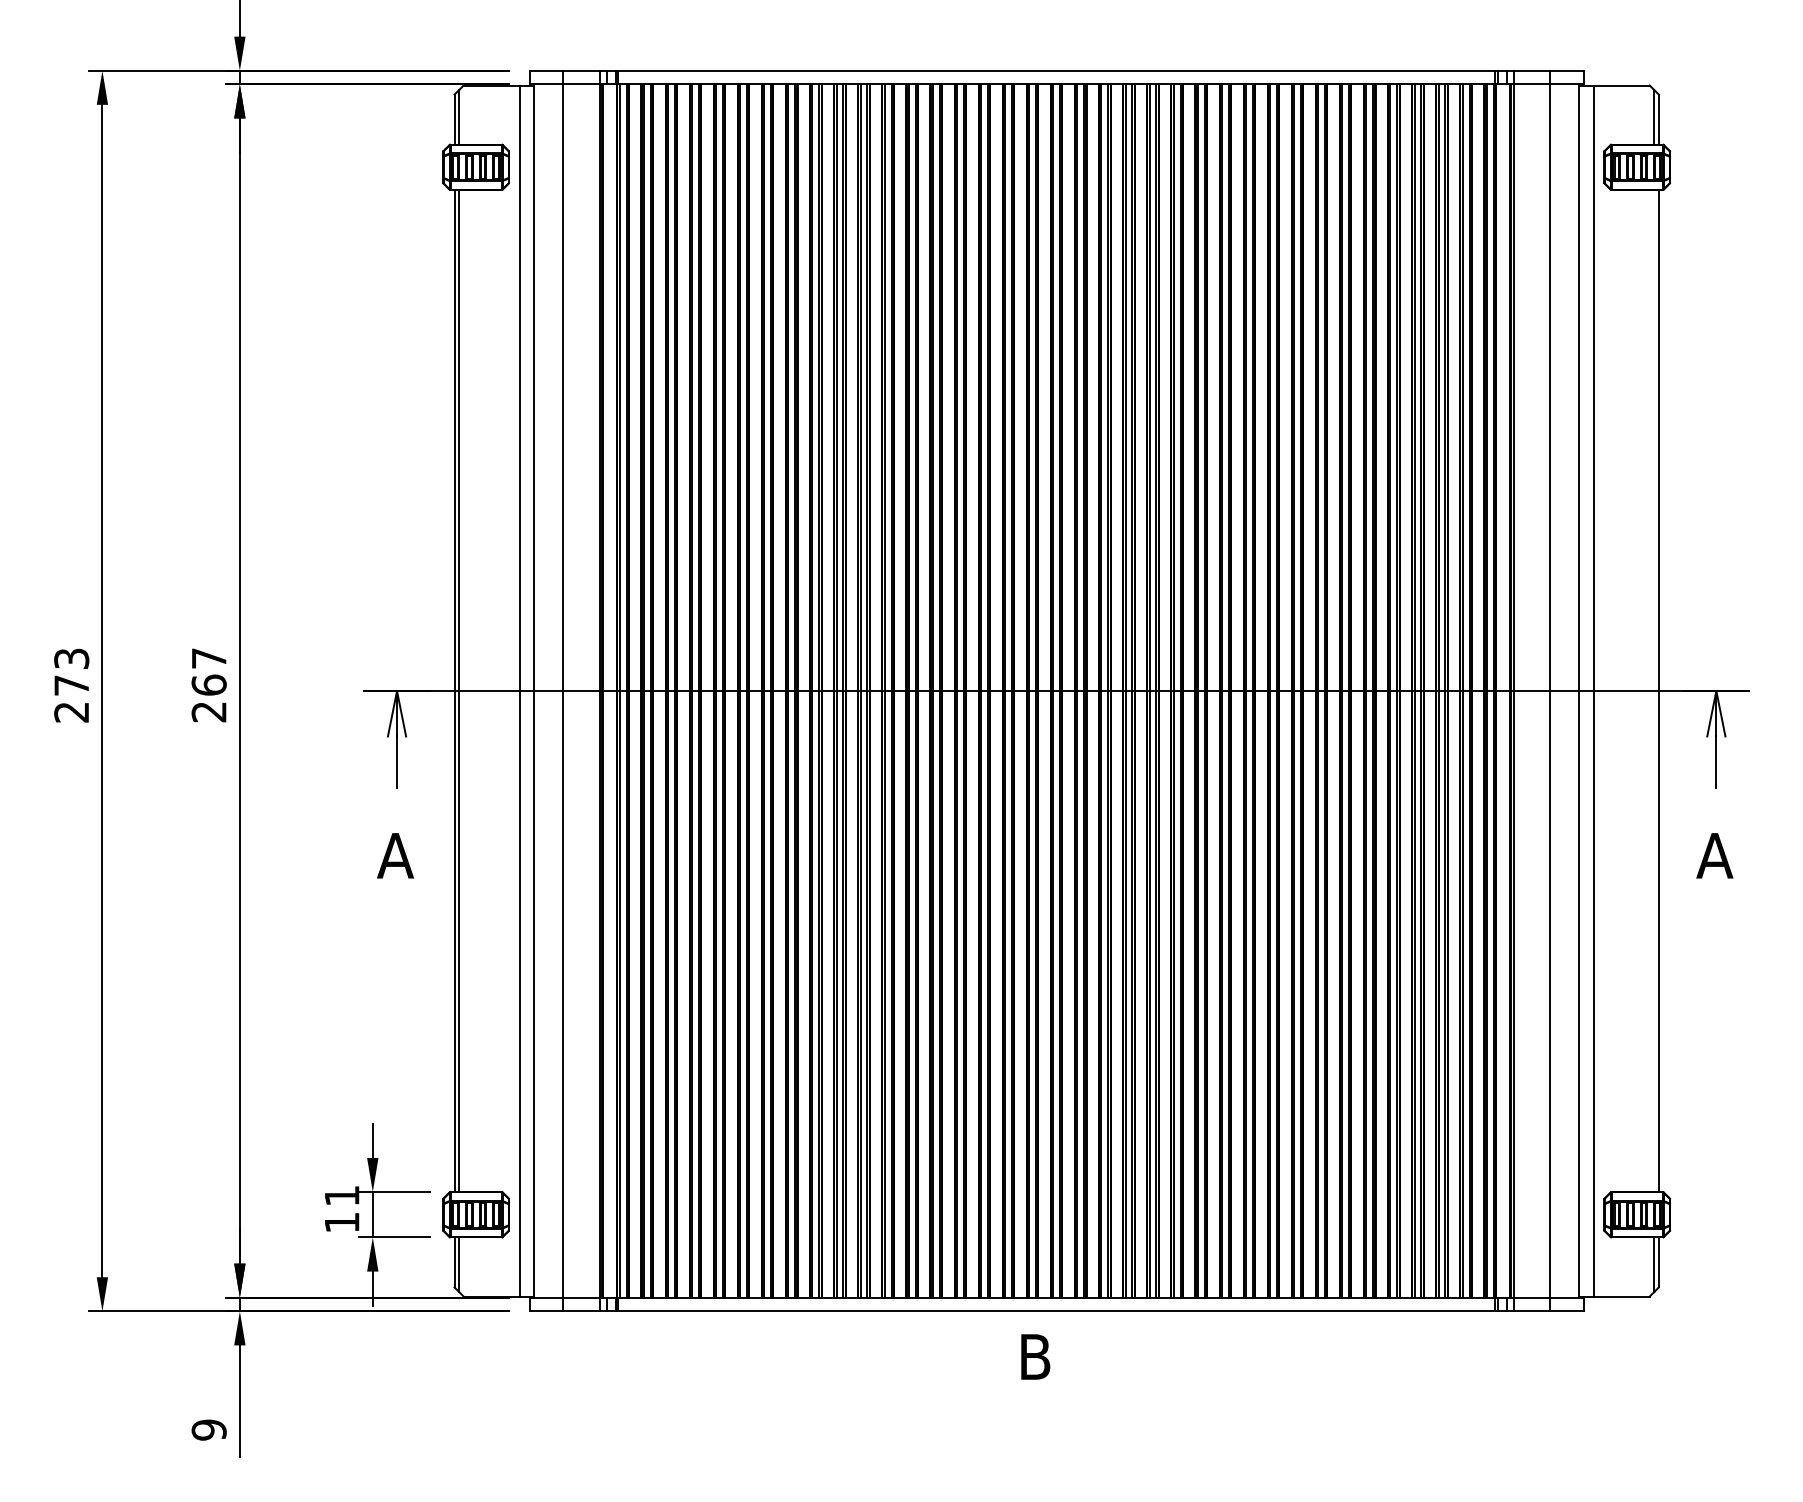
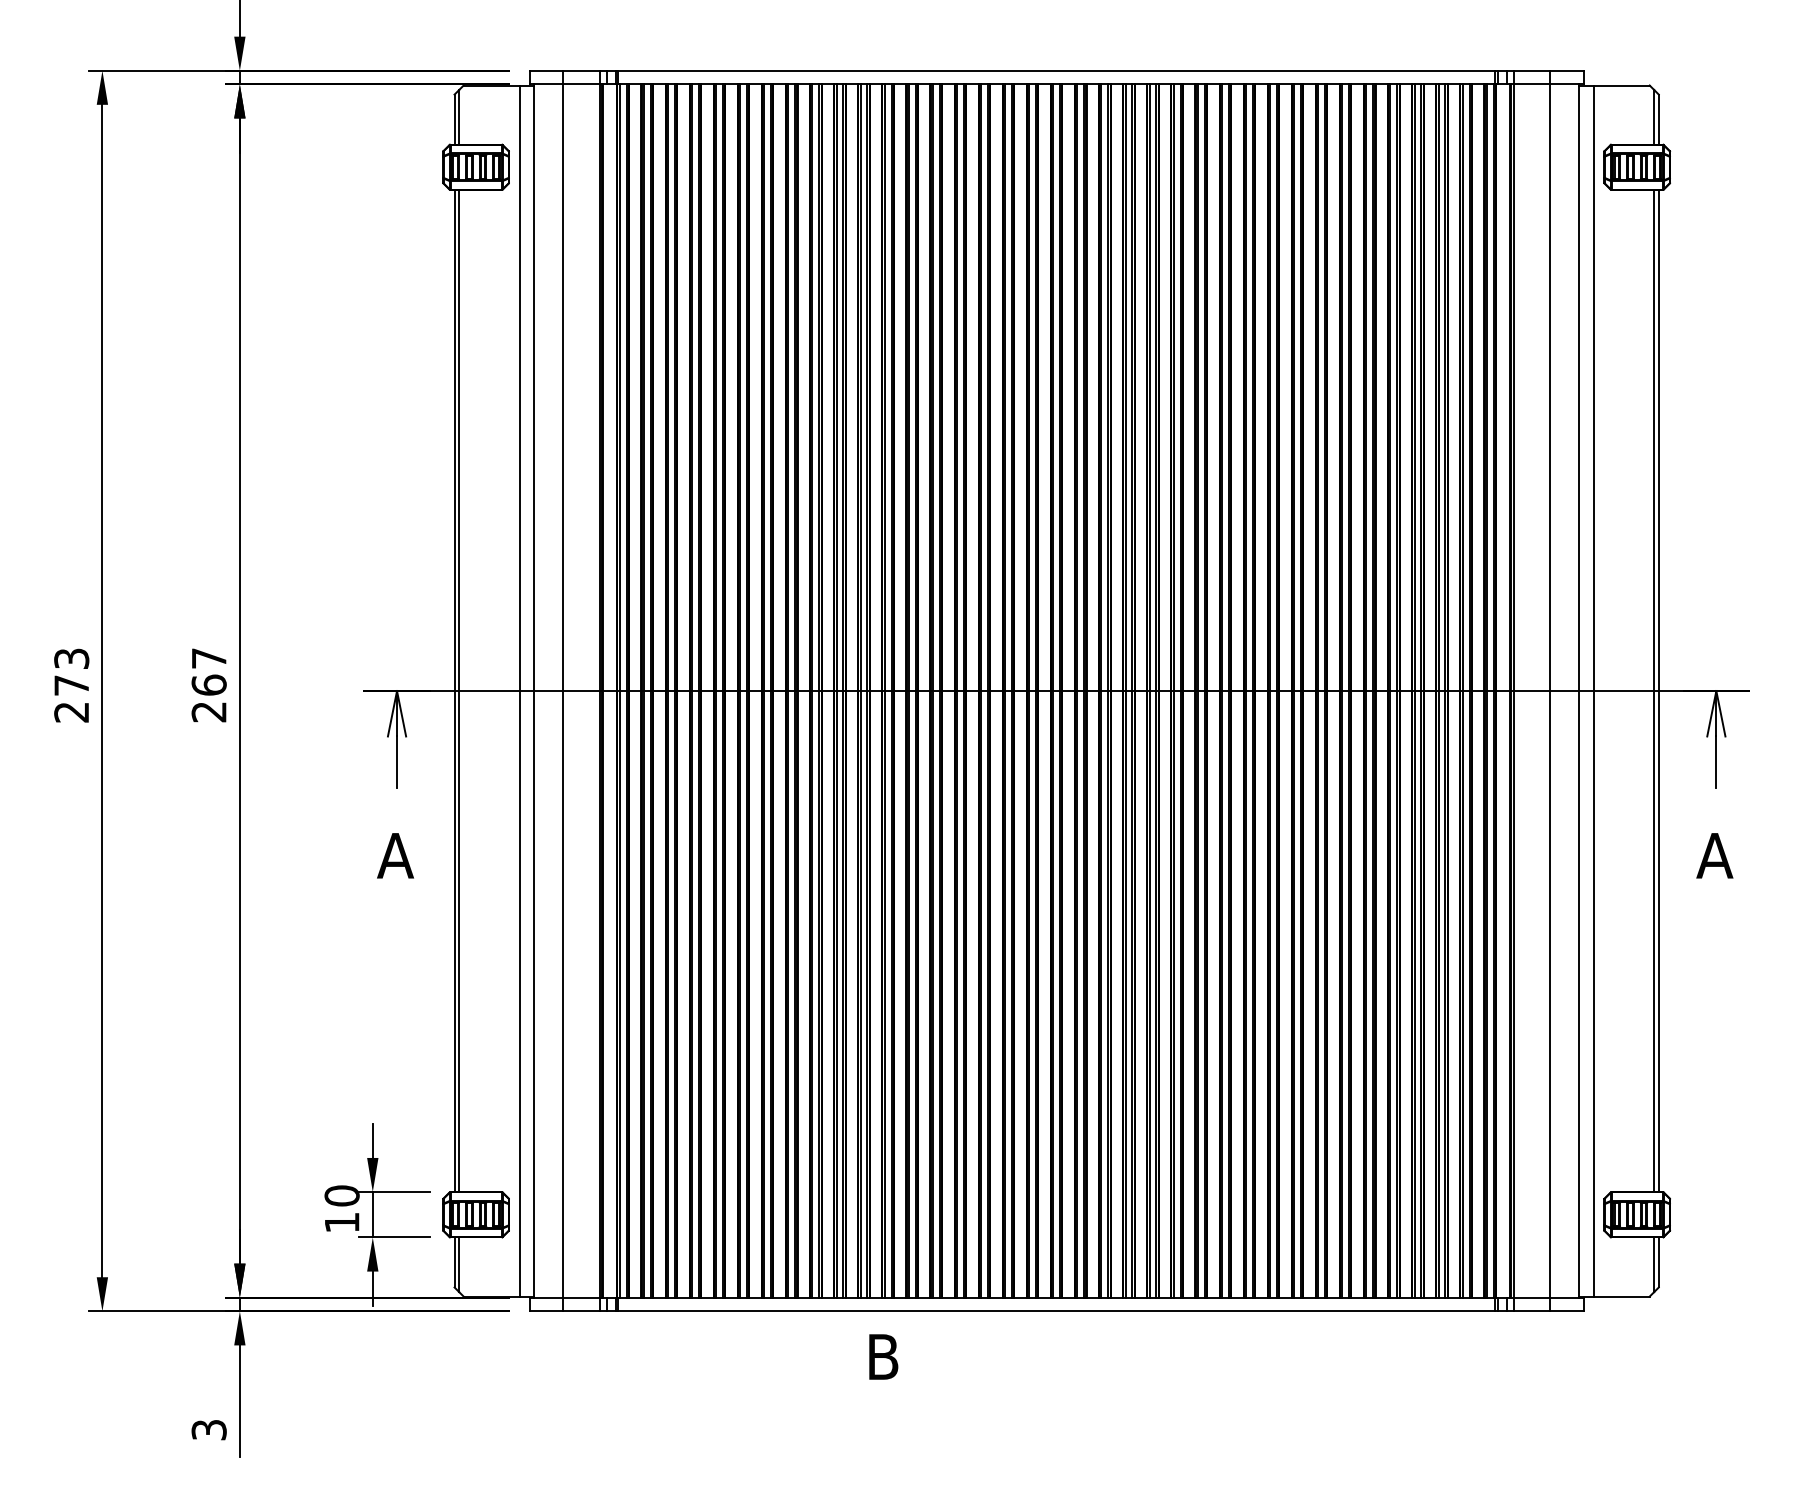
line at (1654, 691): none -> present
text at (341, 1195): 11 -> 10
text at (1035, 1356) position: (1035, 1356) -> (883, 1356)
text at (208, 1429): 9 -> 3
